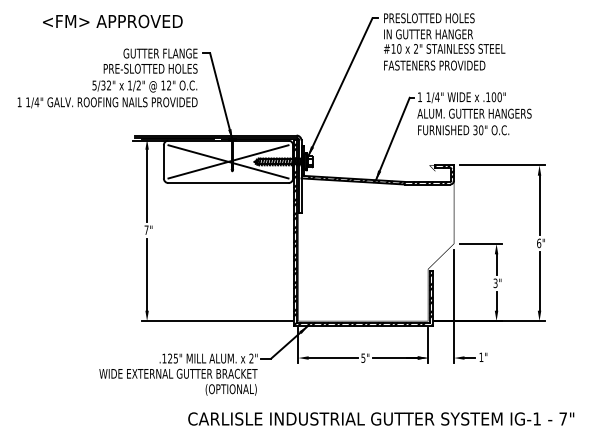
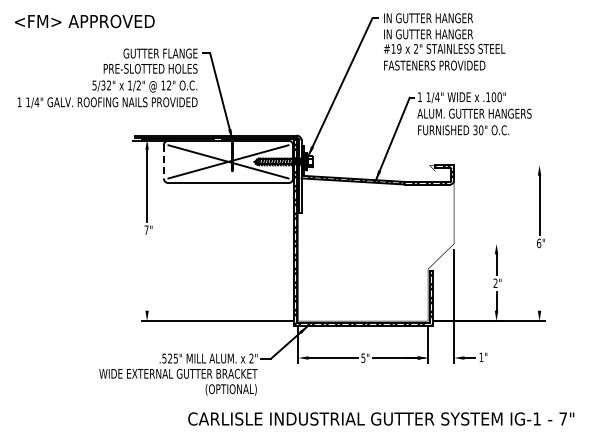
text at (429, 18): PRESLOTTED HOLES -> IN GUTTER HANGER
text at (112, 21) position: (112, 21) -> (84, 21)
text at (399, 48): #10 -> #19
line at (163, 161): solid -> dashed
line at (502, 165): present -> none
line at (480, 243): present -> none
line at (147, 274): present -> none
line at (539, 281): present -> none
text at (495, 283): 3" -> 2"
text at (164, 358): .125" -> .525"
